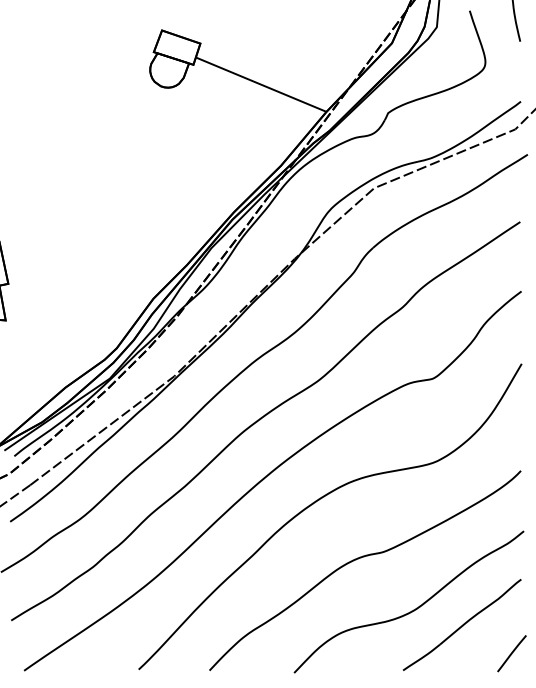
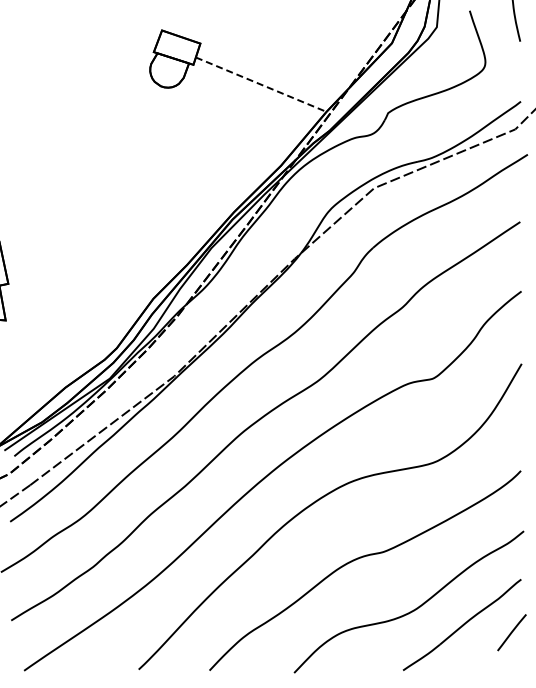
line at (261, 84): solid -> dashed
line at (511, 653) position: (511, 653) -> (511, 632)
